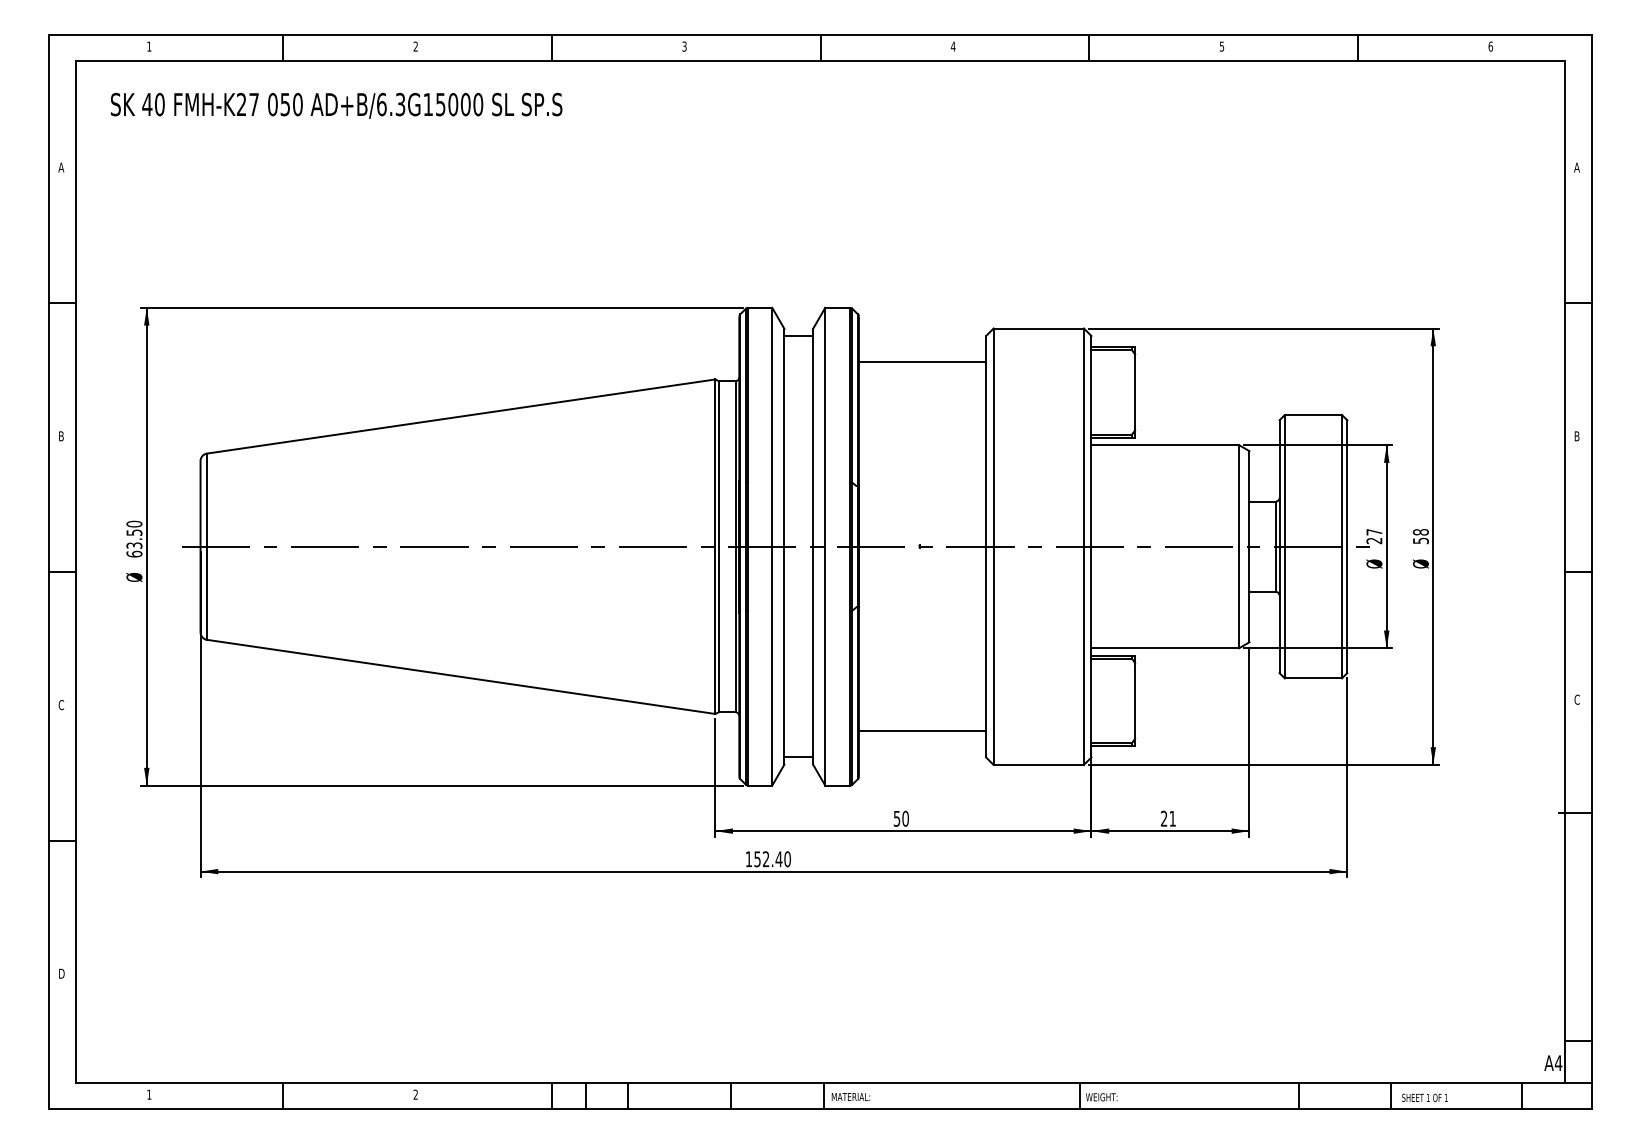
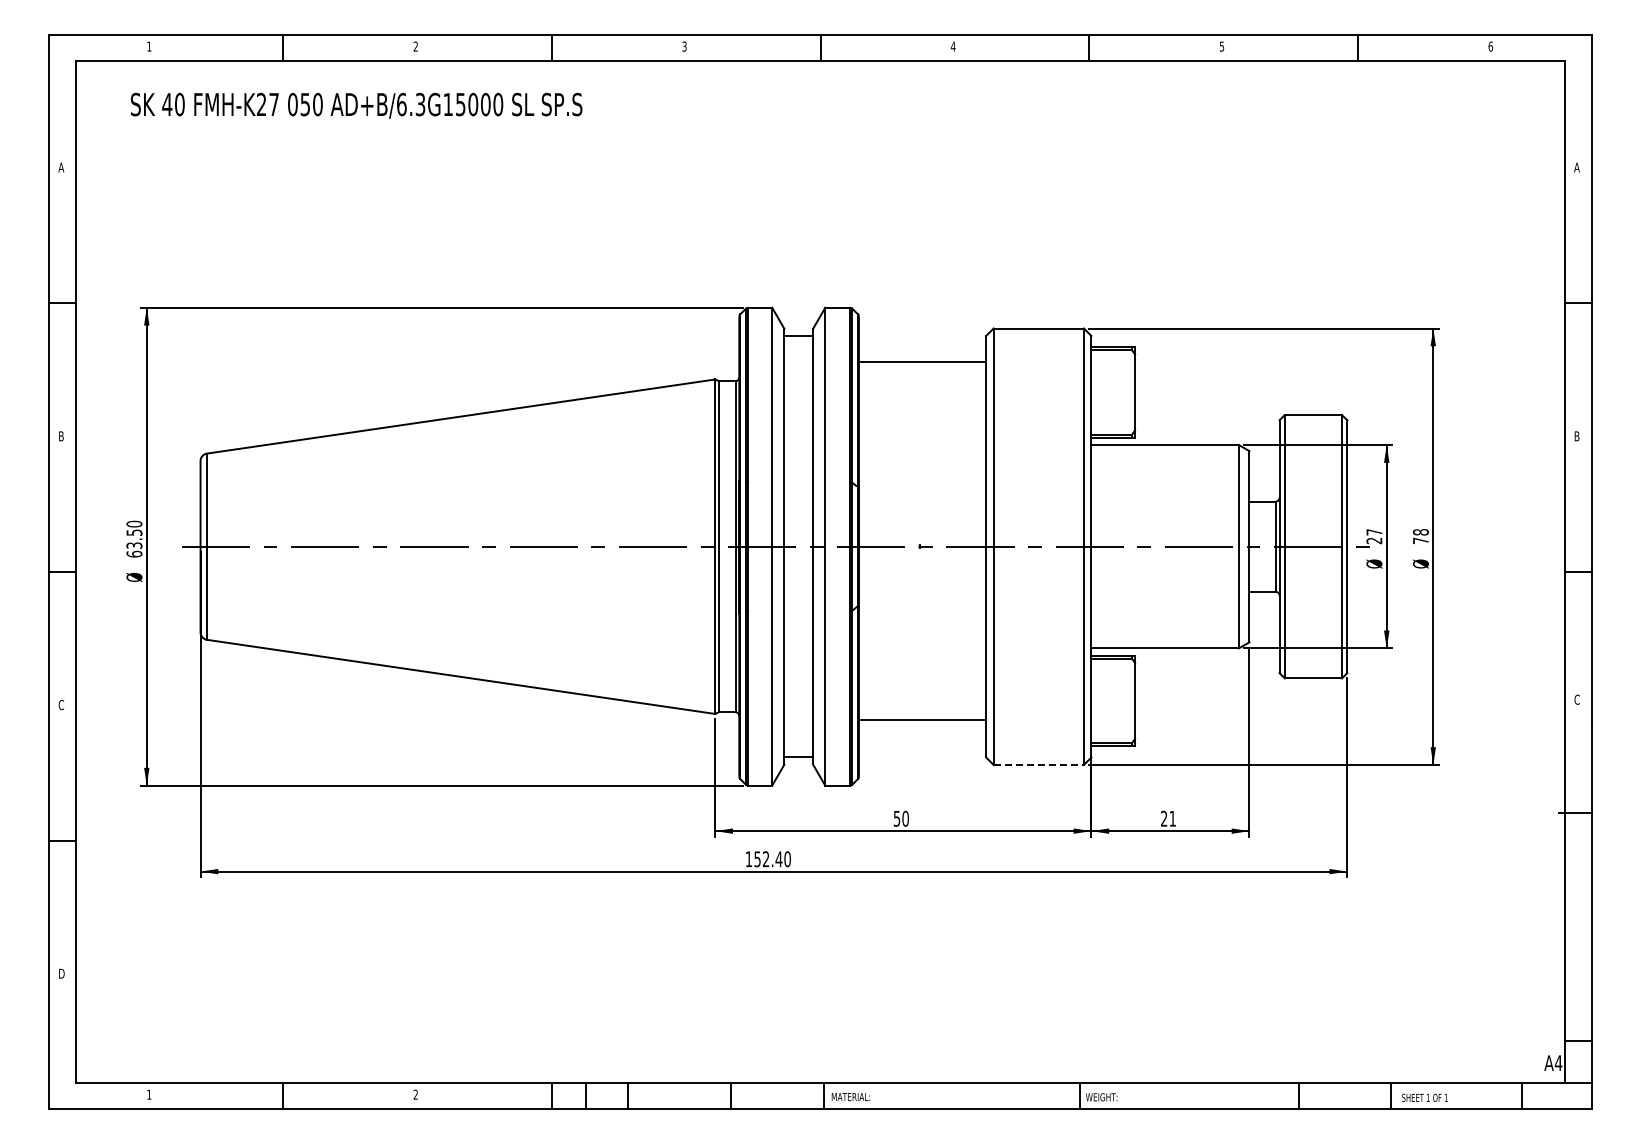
text at (336, 105) position: (336, 105) -> (356, 105)
text at (1420, 540): 58 -> 78
line at (922, 731) position: (922, 731) -> (922, 720)
line at (1039, 764): solid -> dashed
